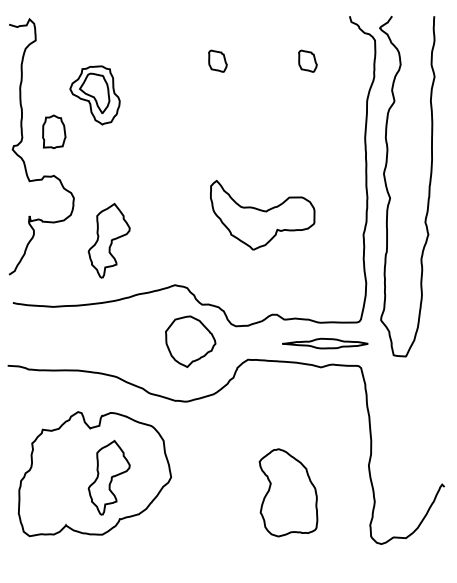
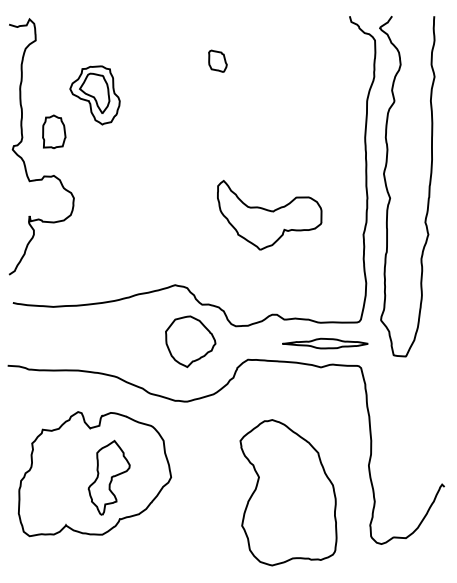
part at (307, 60): present -> none
part at (262, 214) position: (262, 214) -> (269, 214)
part at (108, 240): present -> none
part at (288, 492) size: 61x90 px -> 99x148 px
